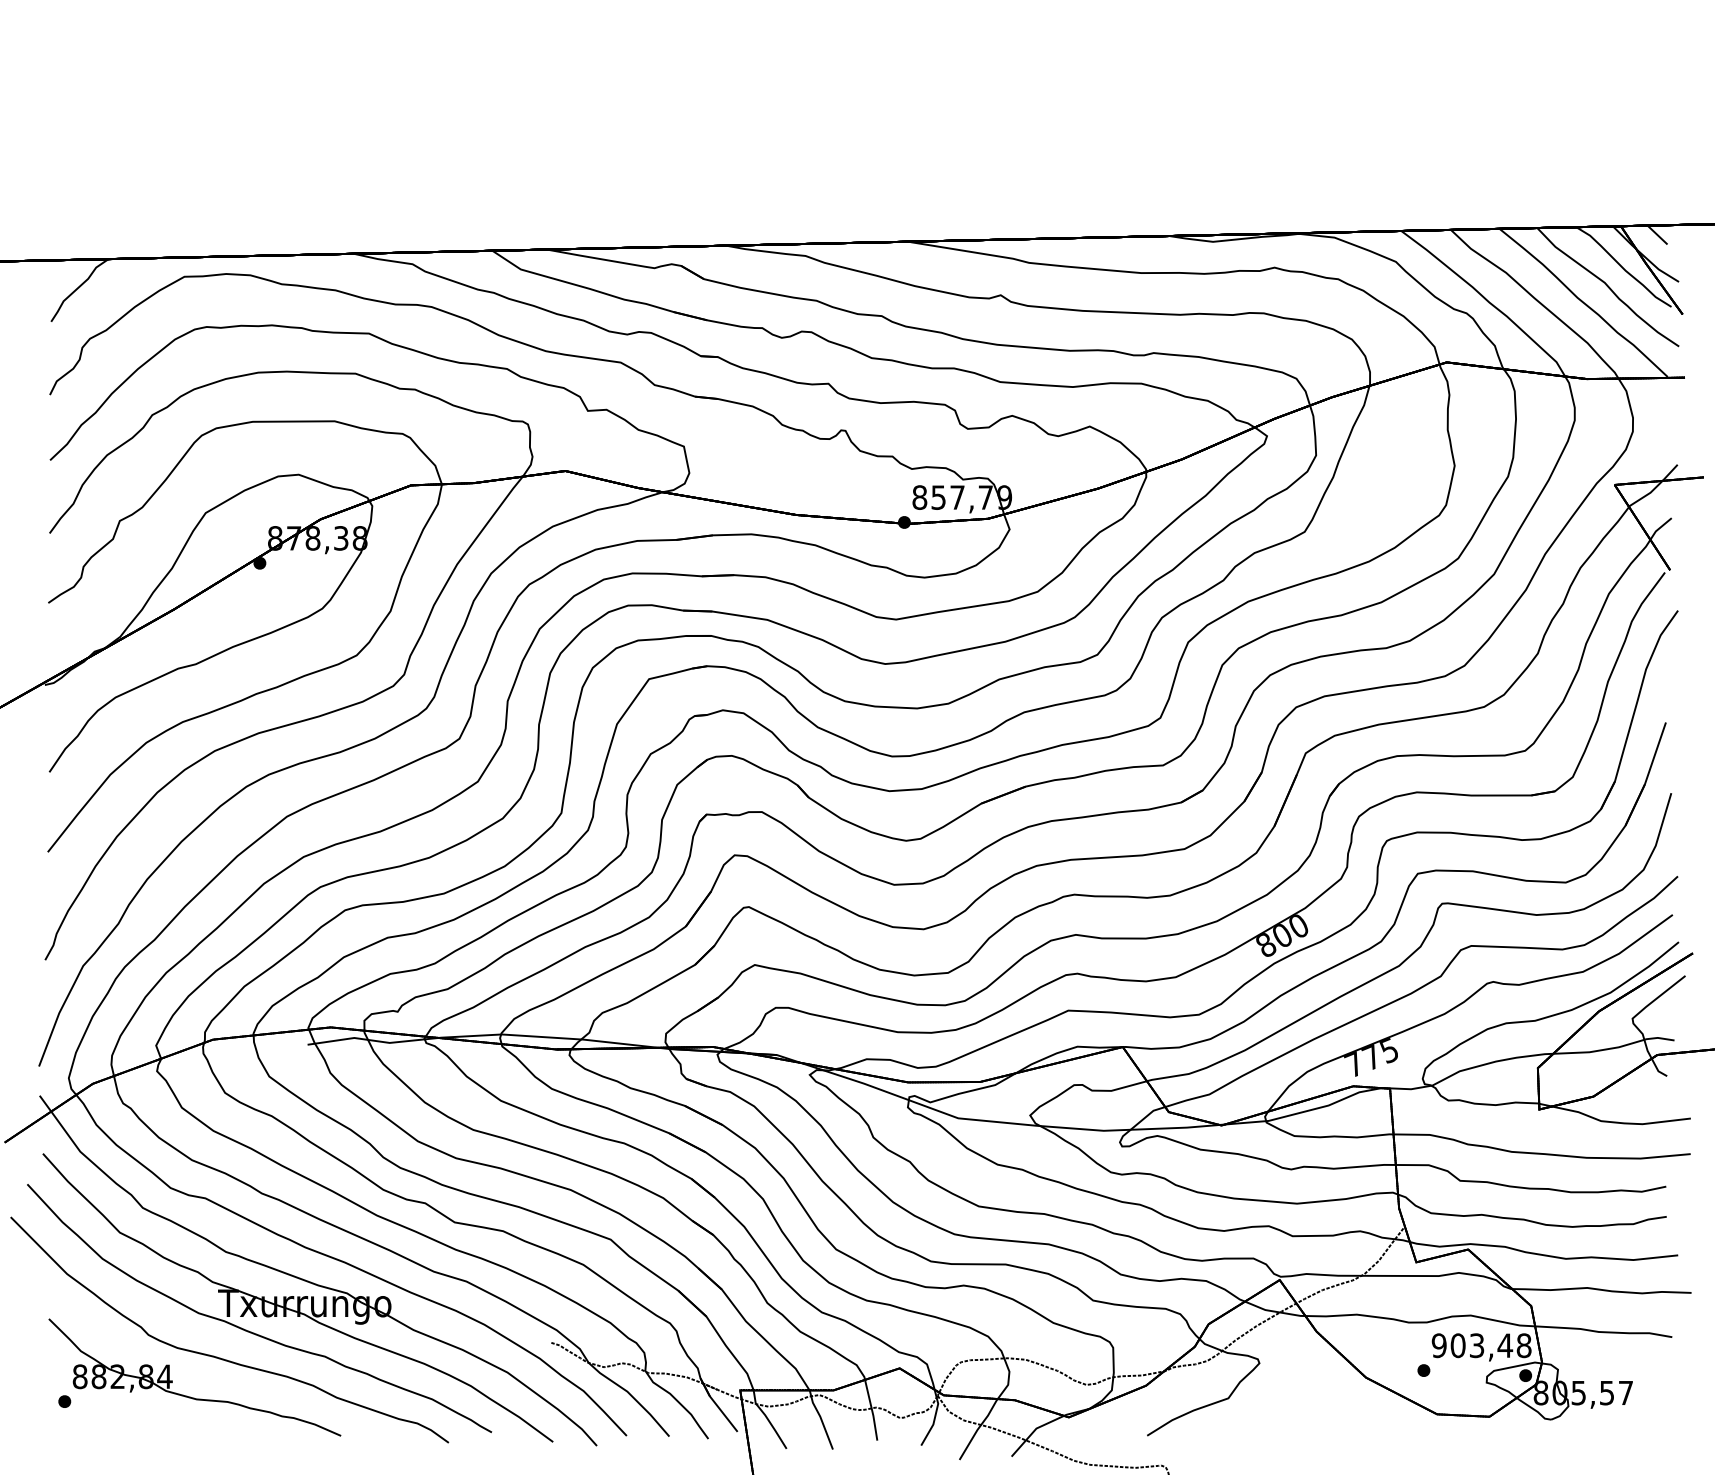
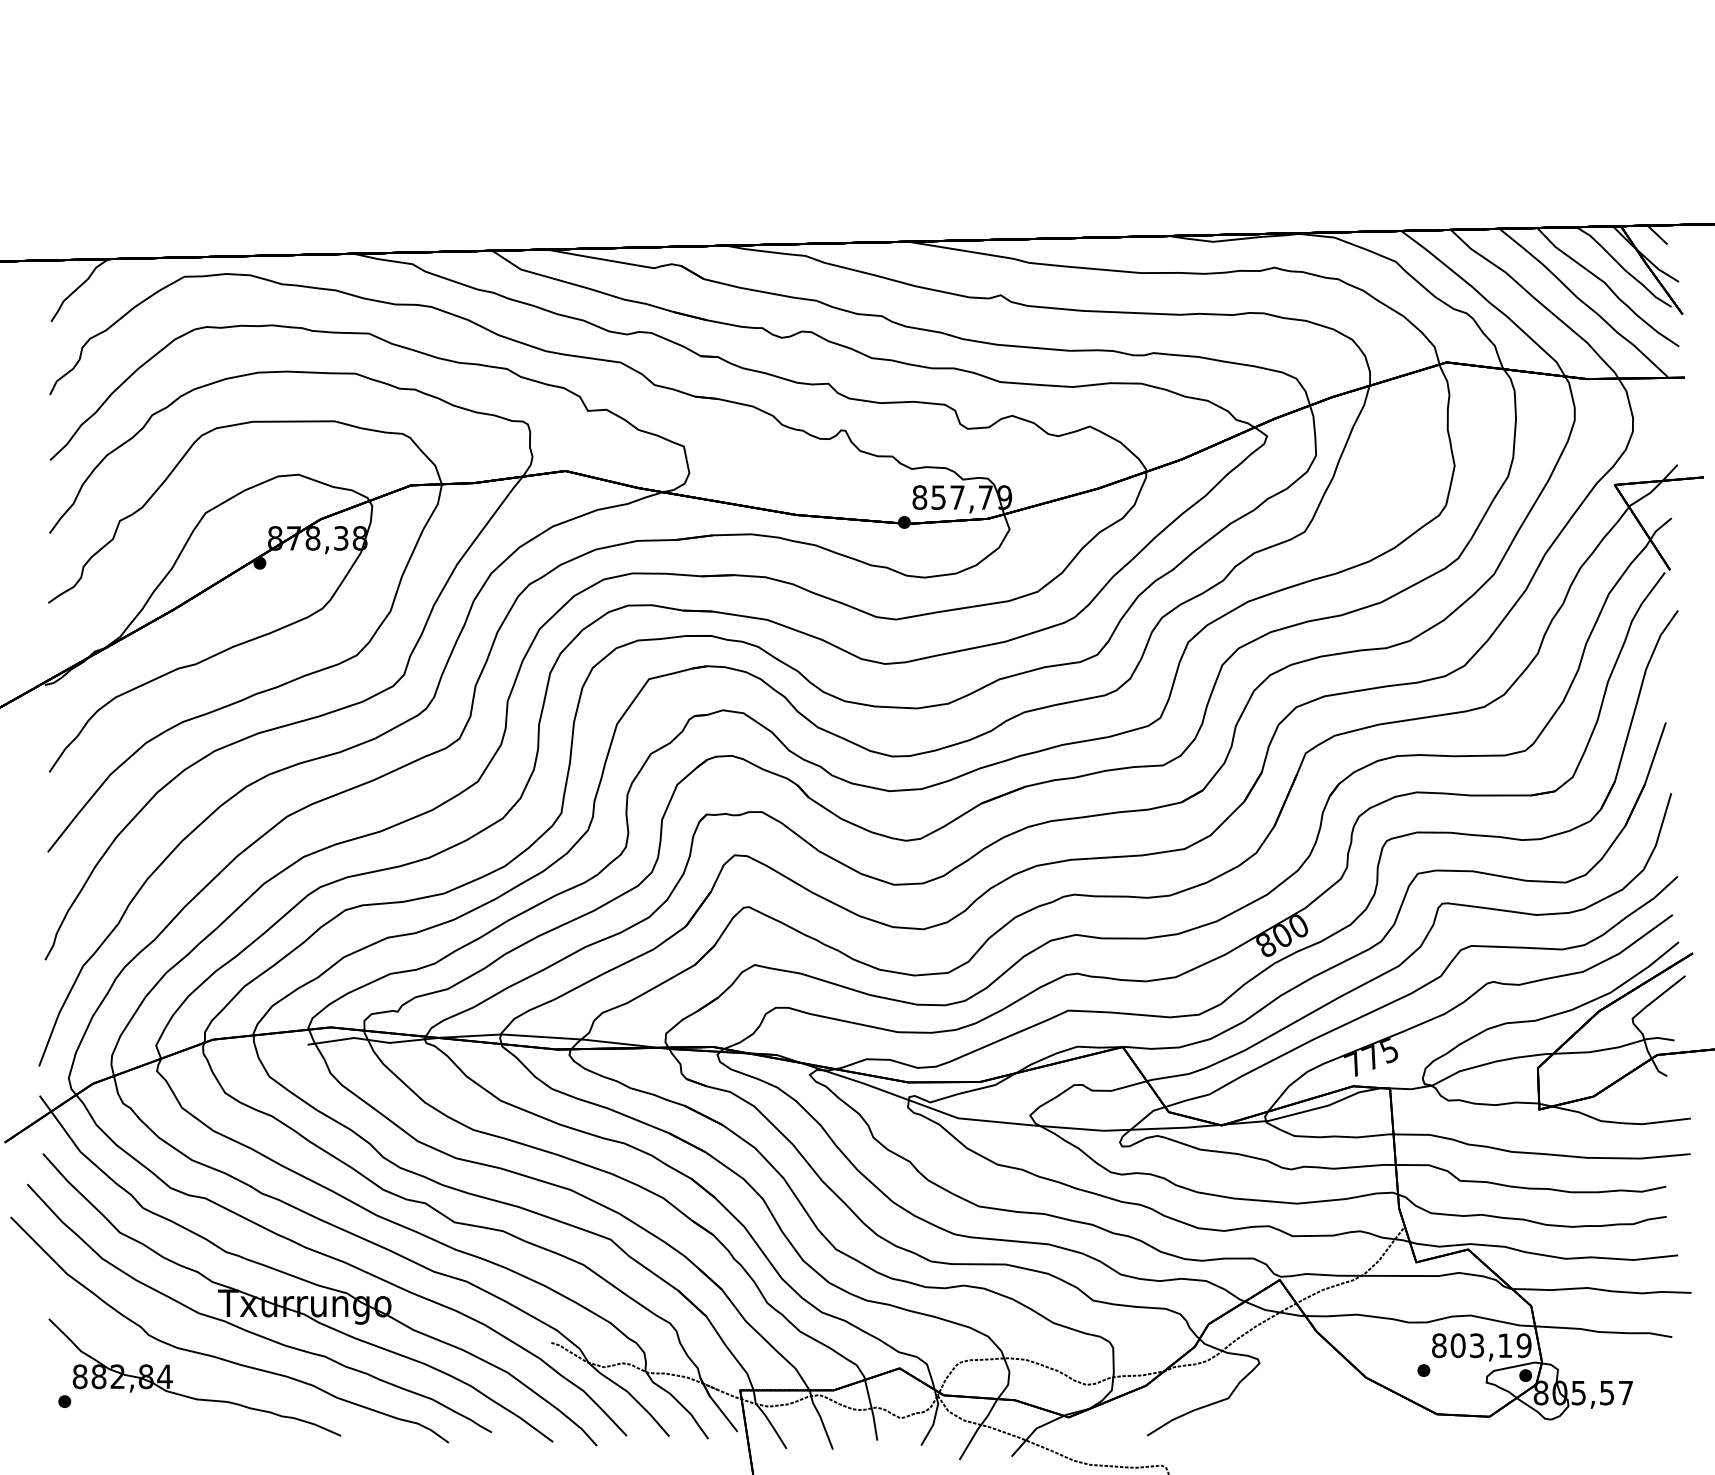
text at (1481, 1345): 903,48 -> 803,19
